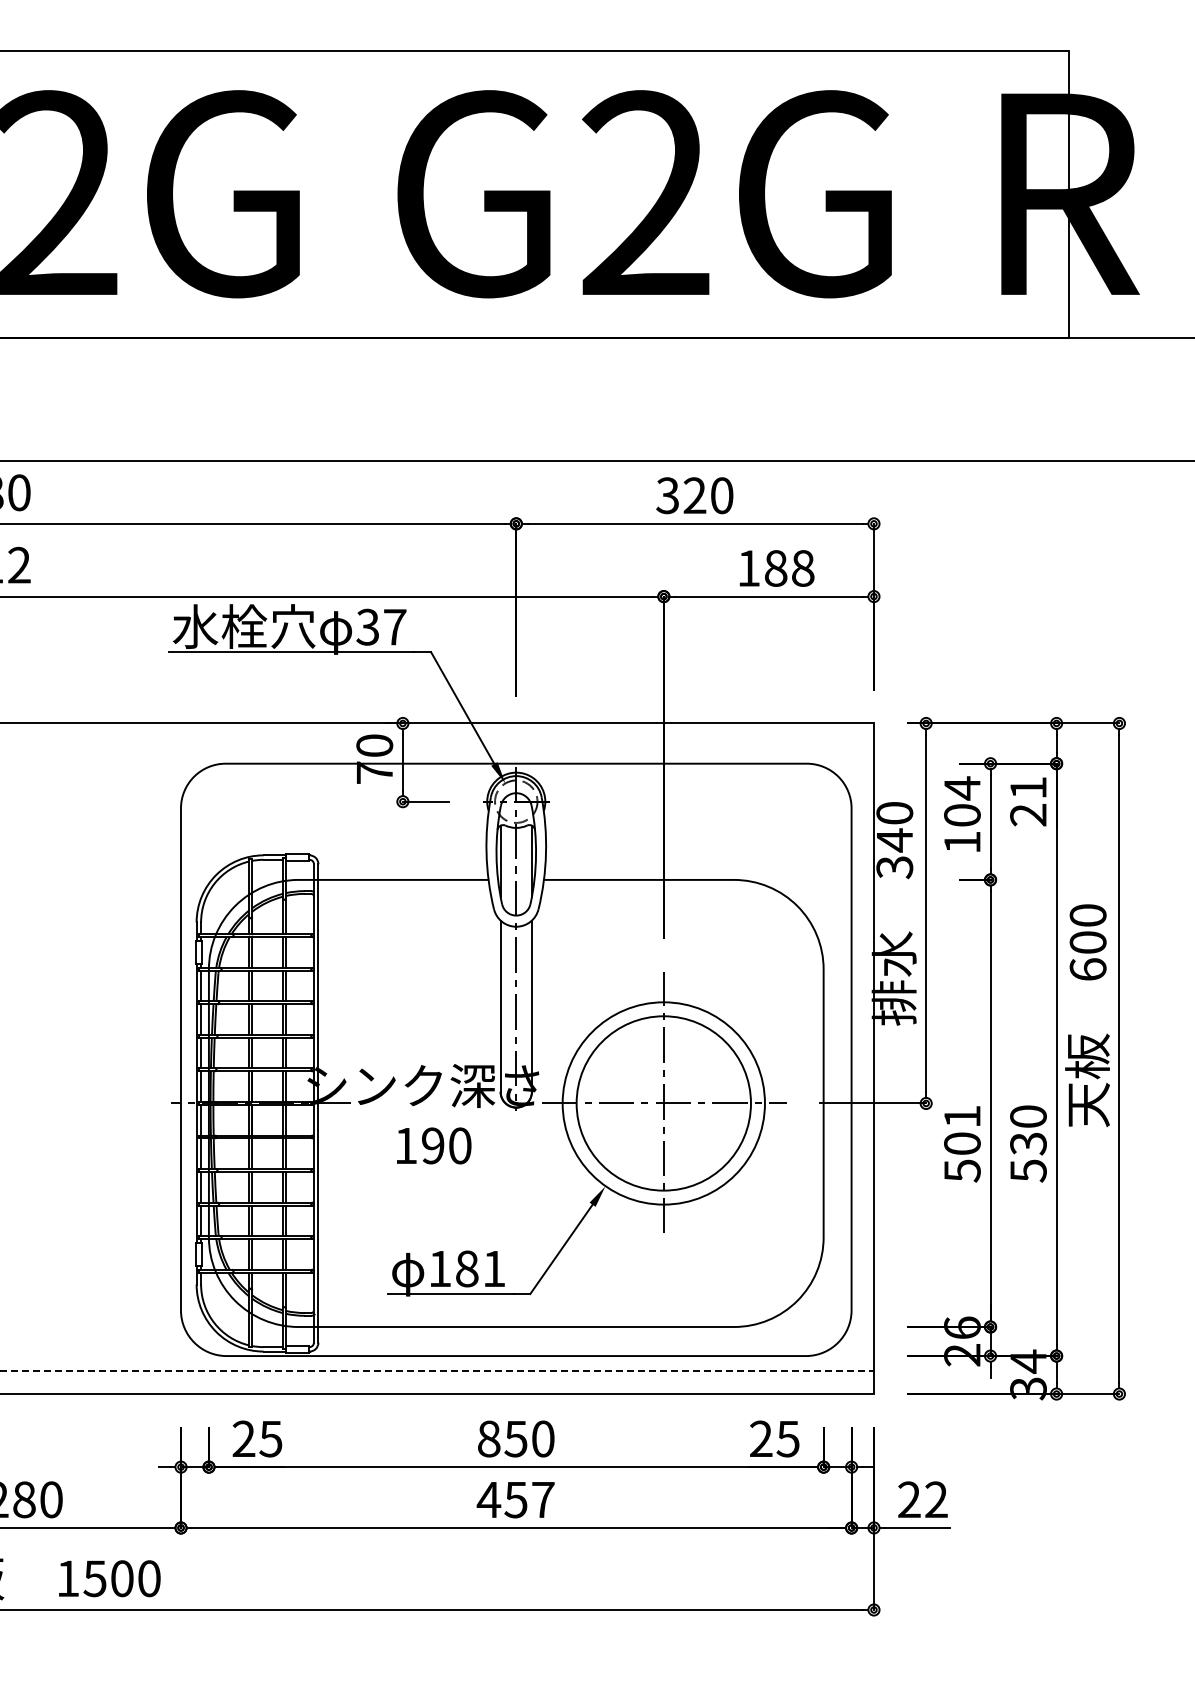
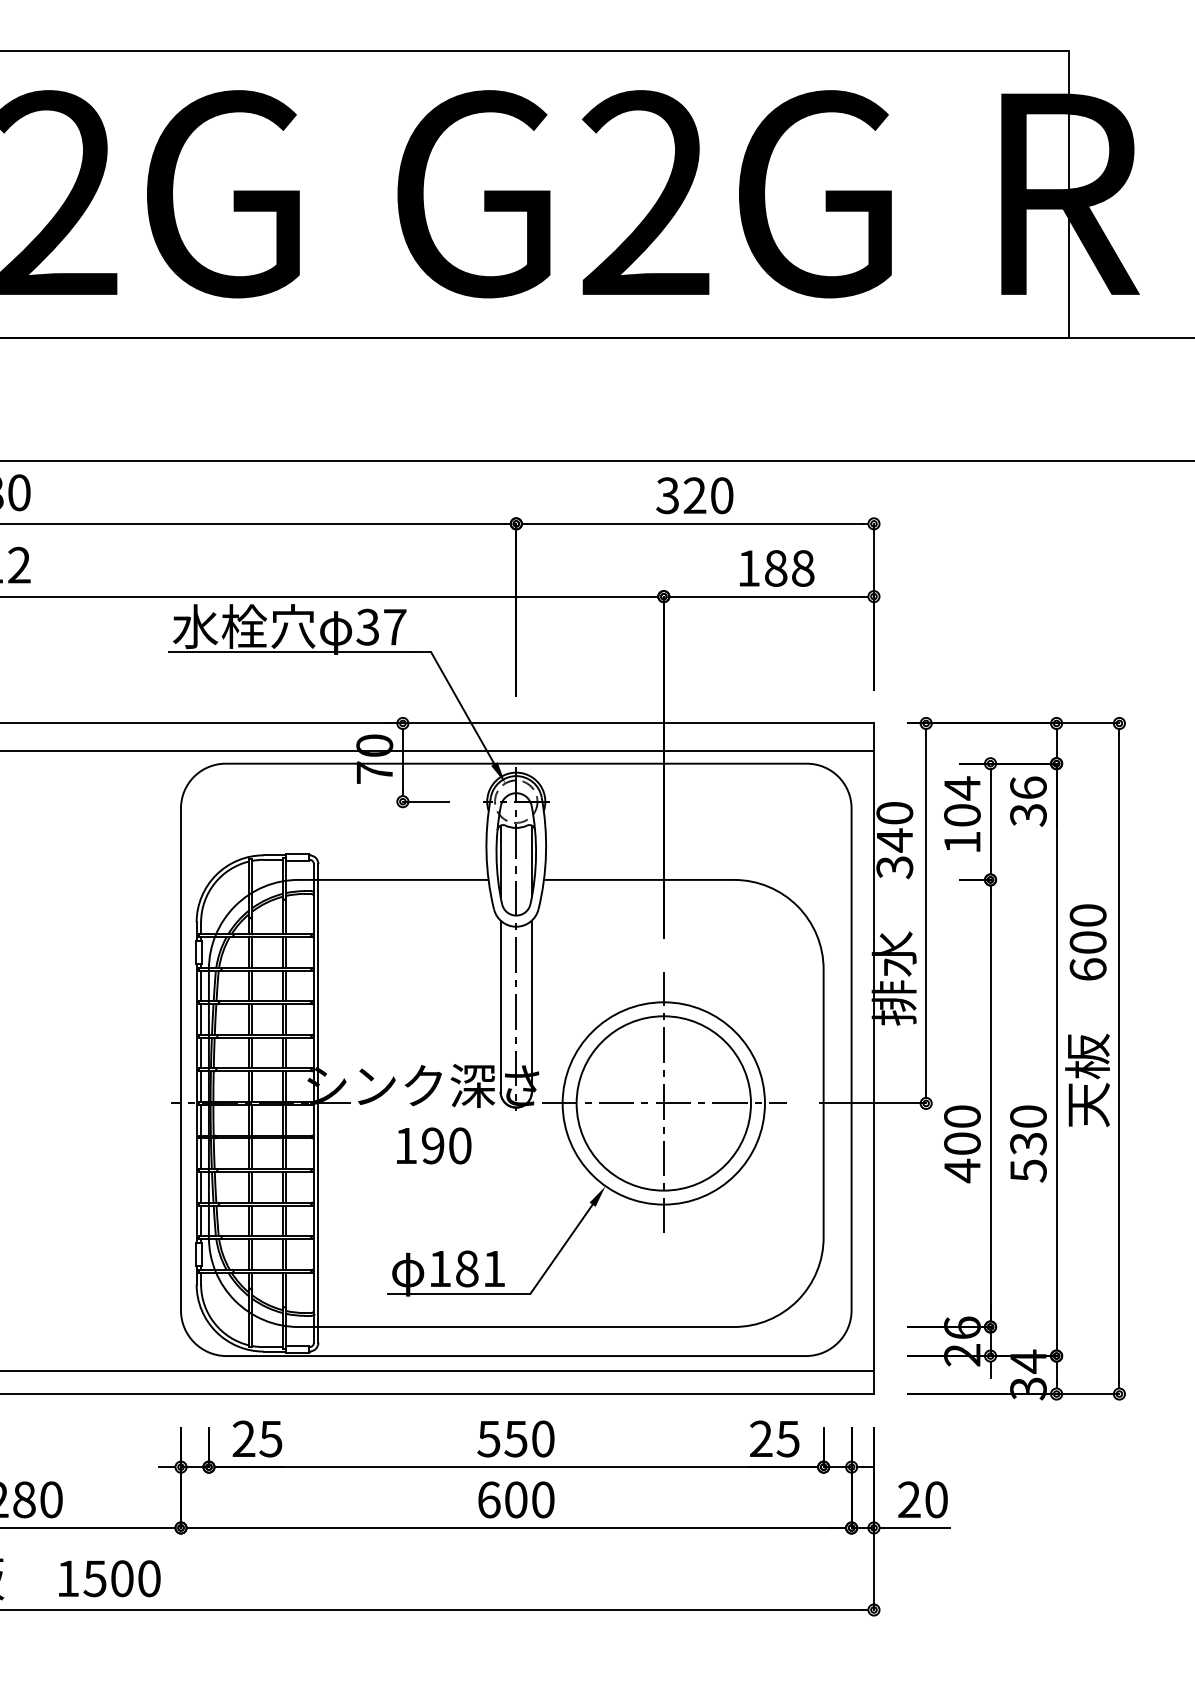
line at (437, 751): none -> present
text at (1028, 801): 21 -> 36
text at (962, 1144): 501 -> 400
line at (437, 1370): dashed -> solid
text at (488, 1438): 850 -> 550
text at (515, 1499): 457 -> 600
text at (936, 1499): 22 -> 20
